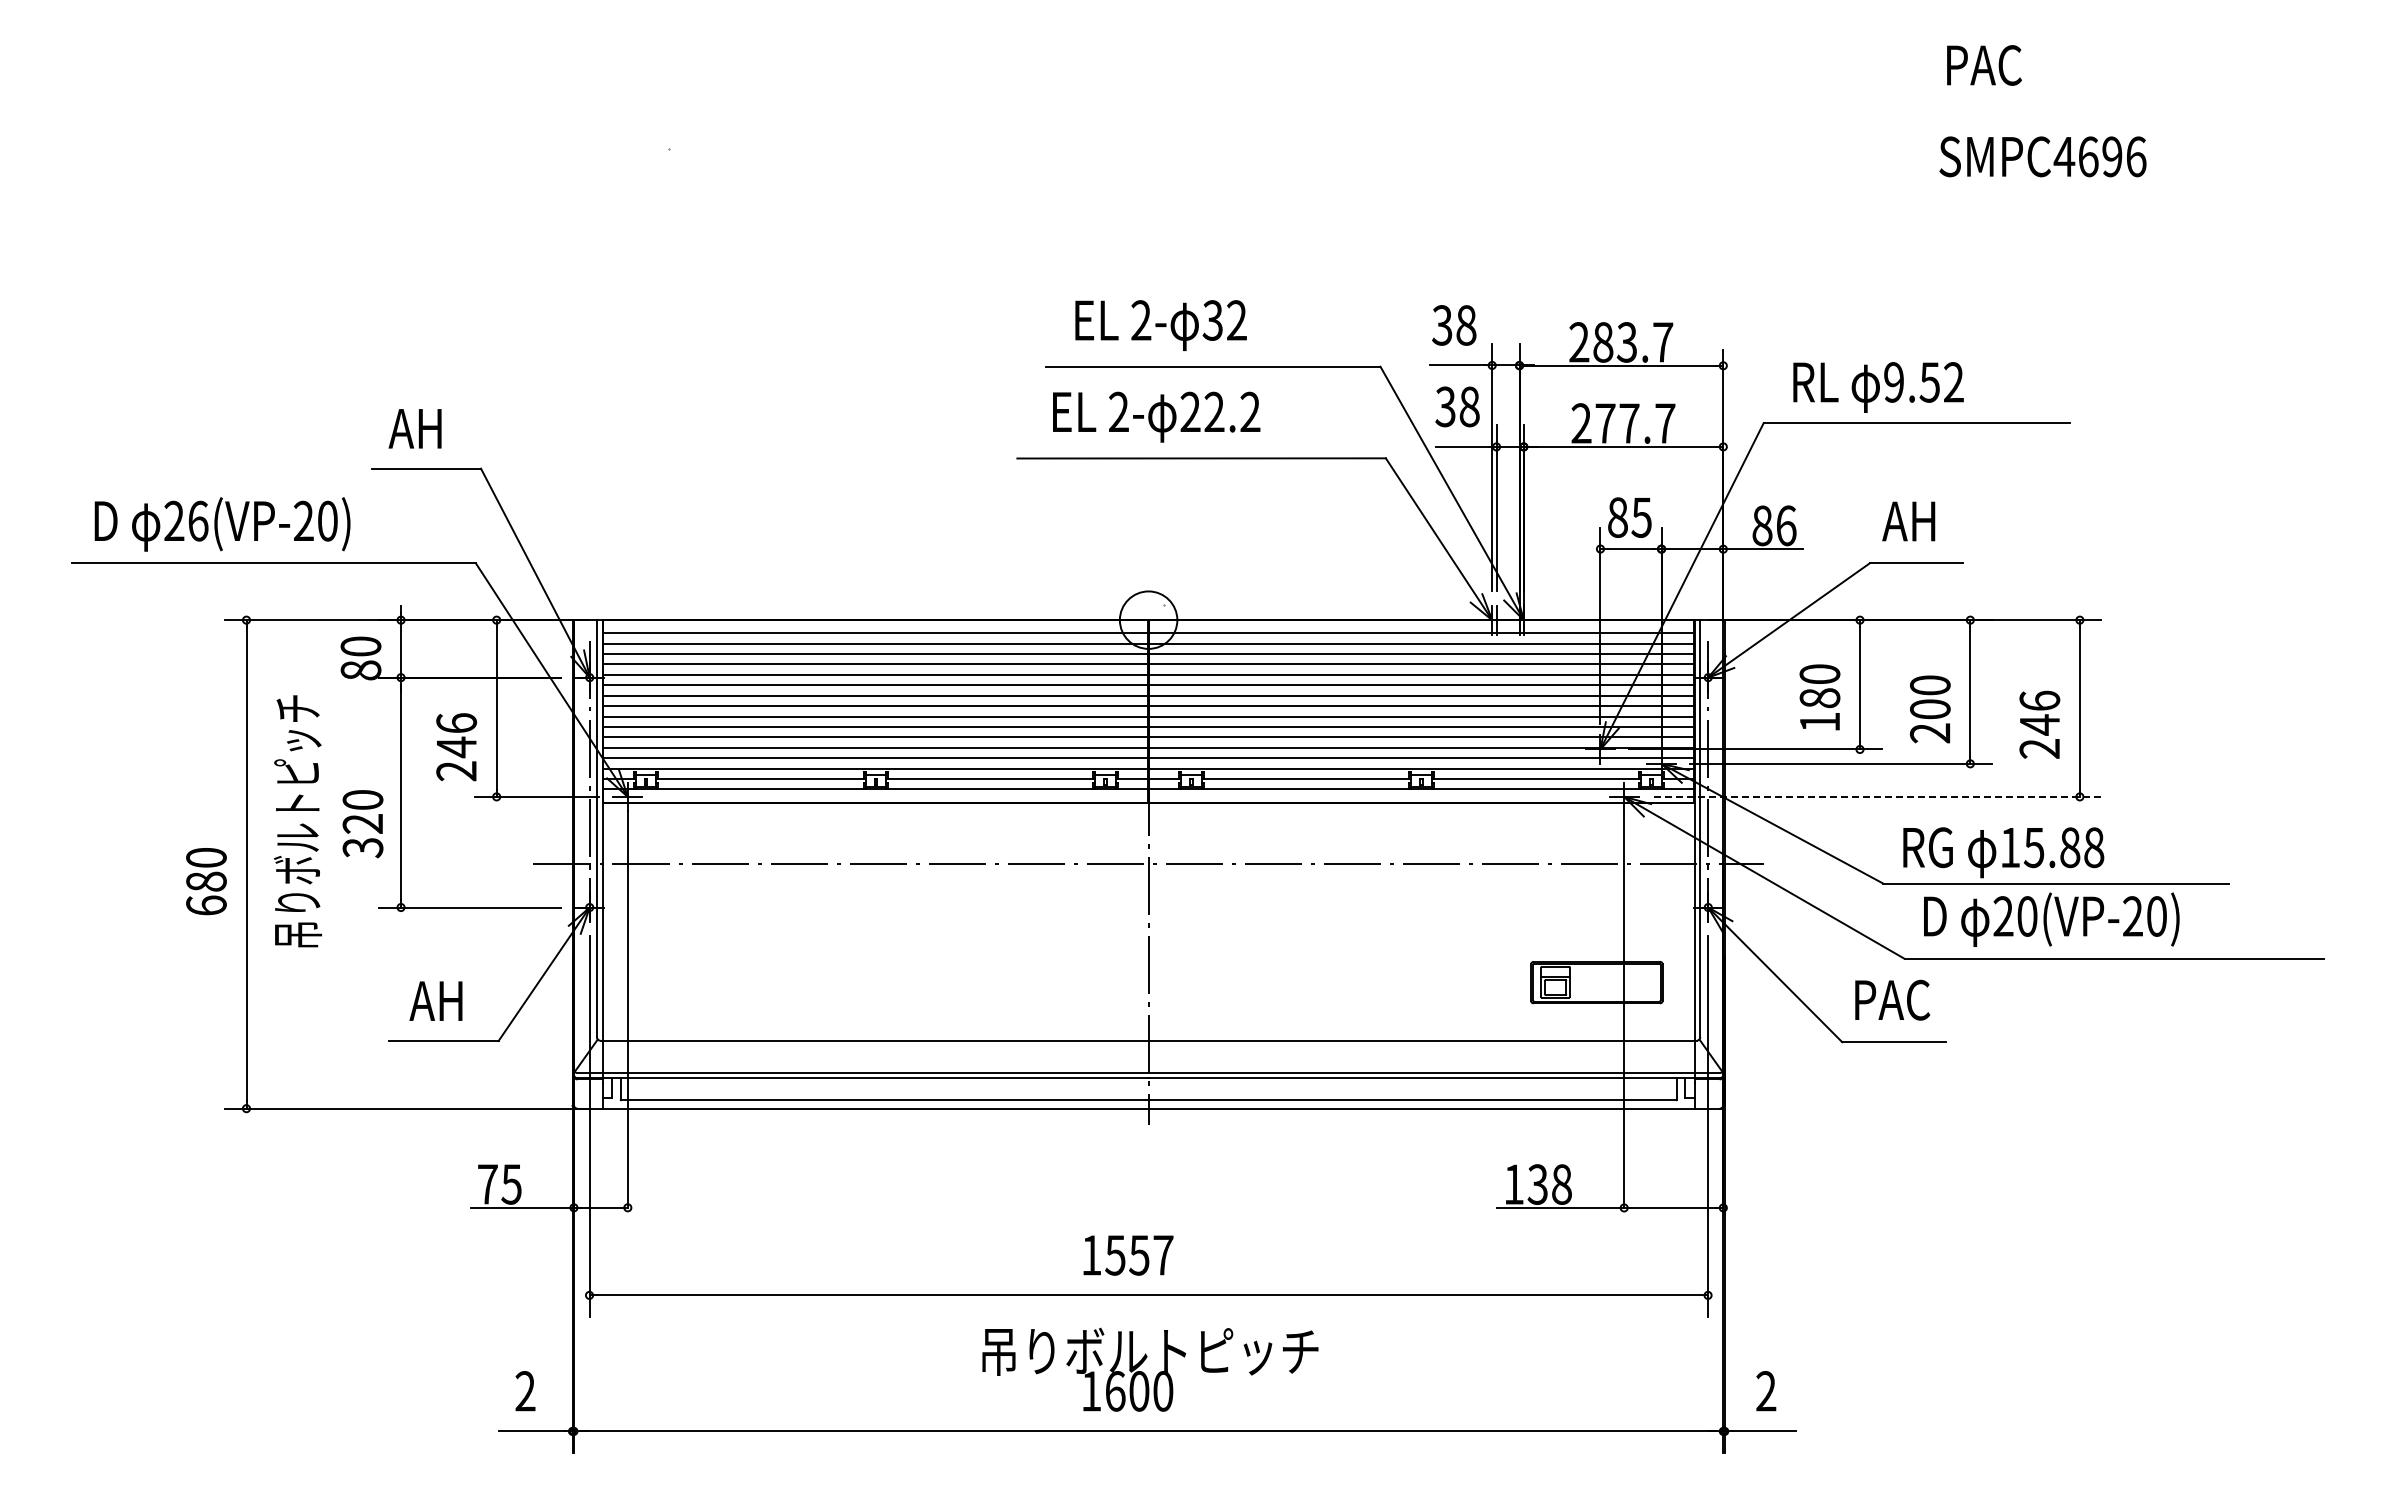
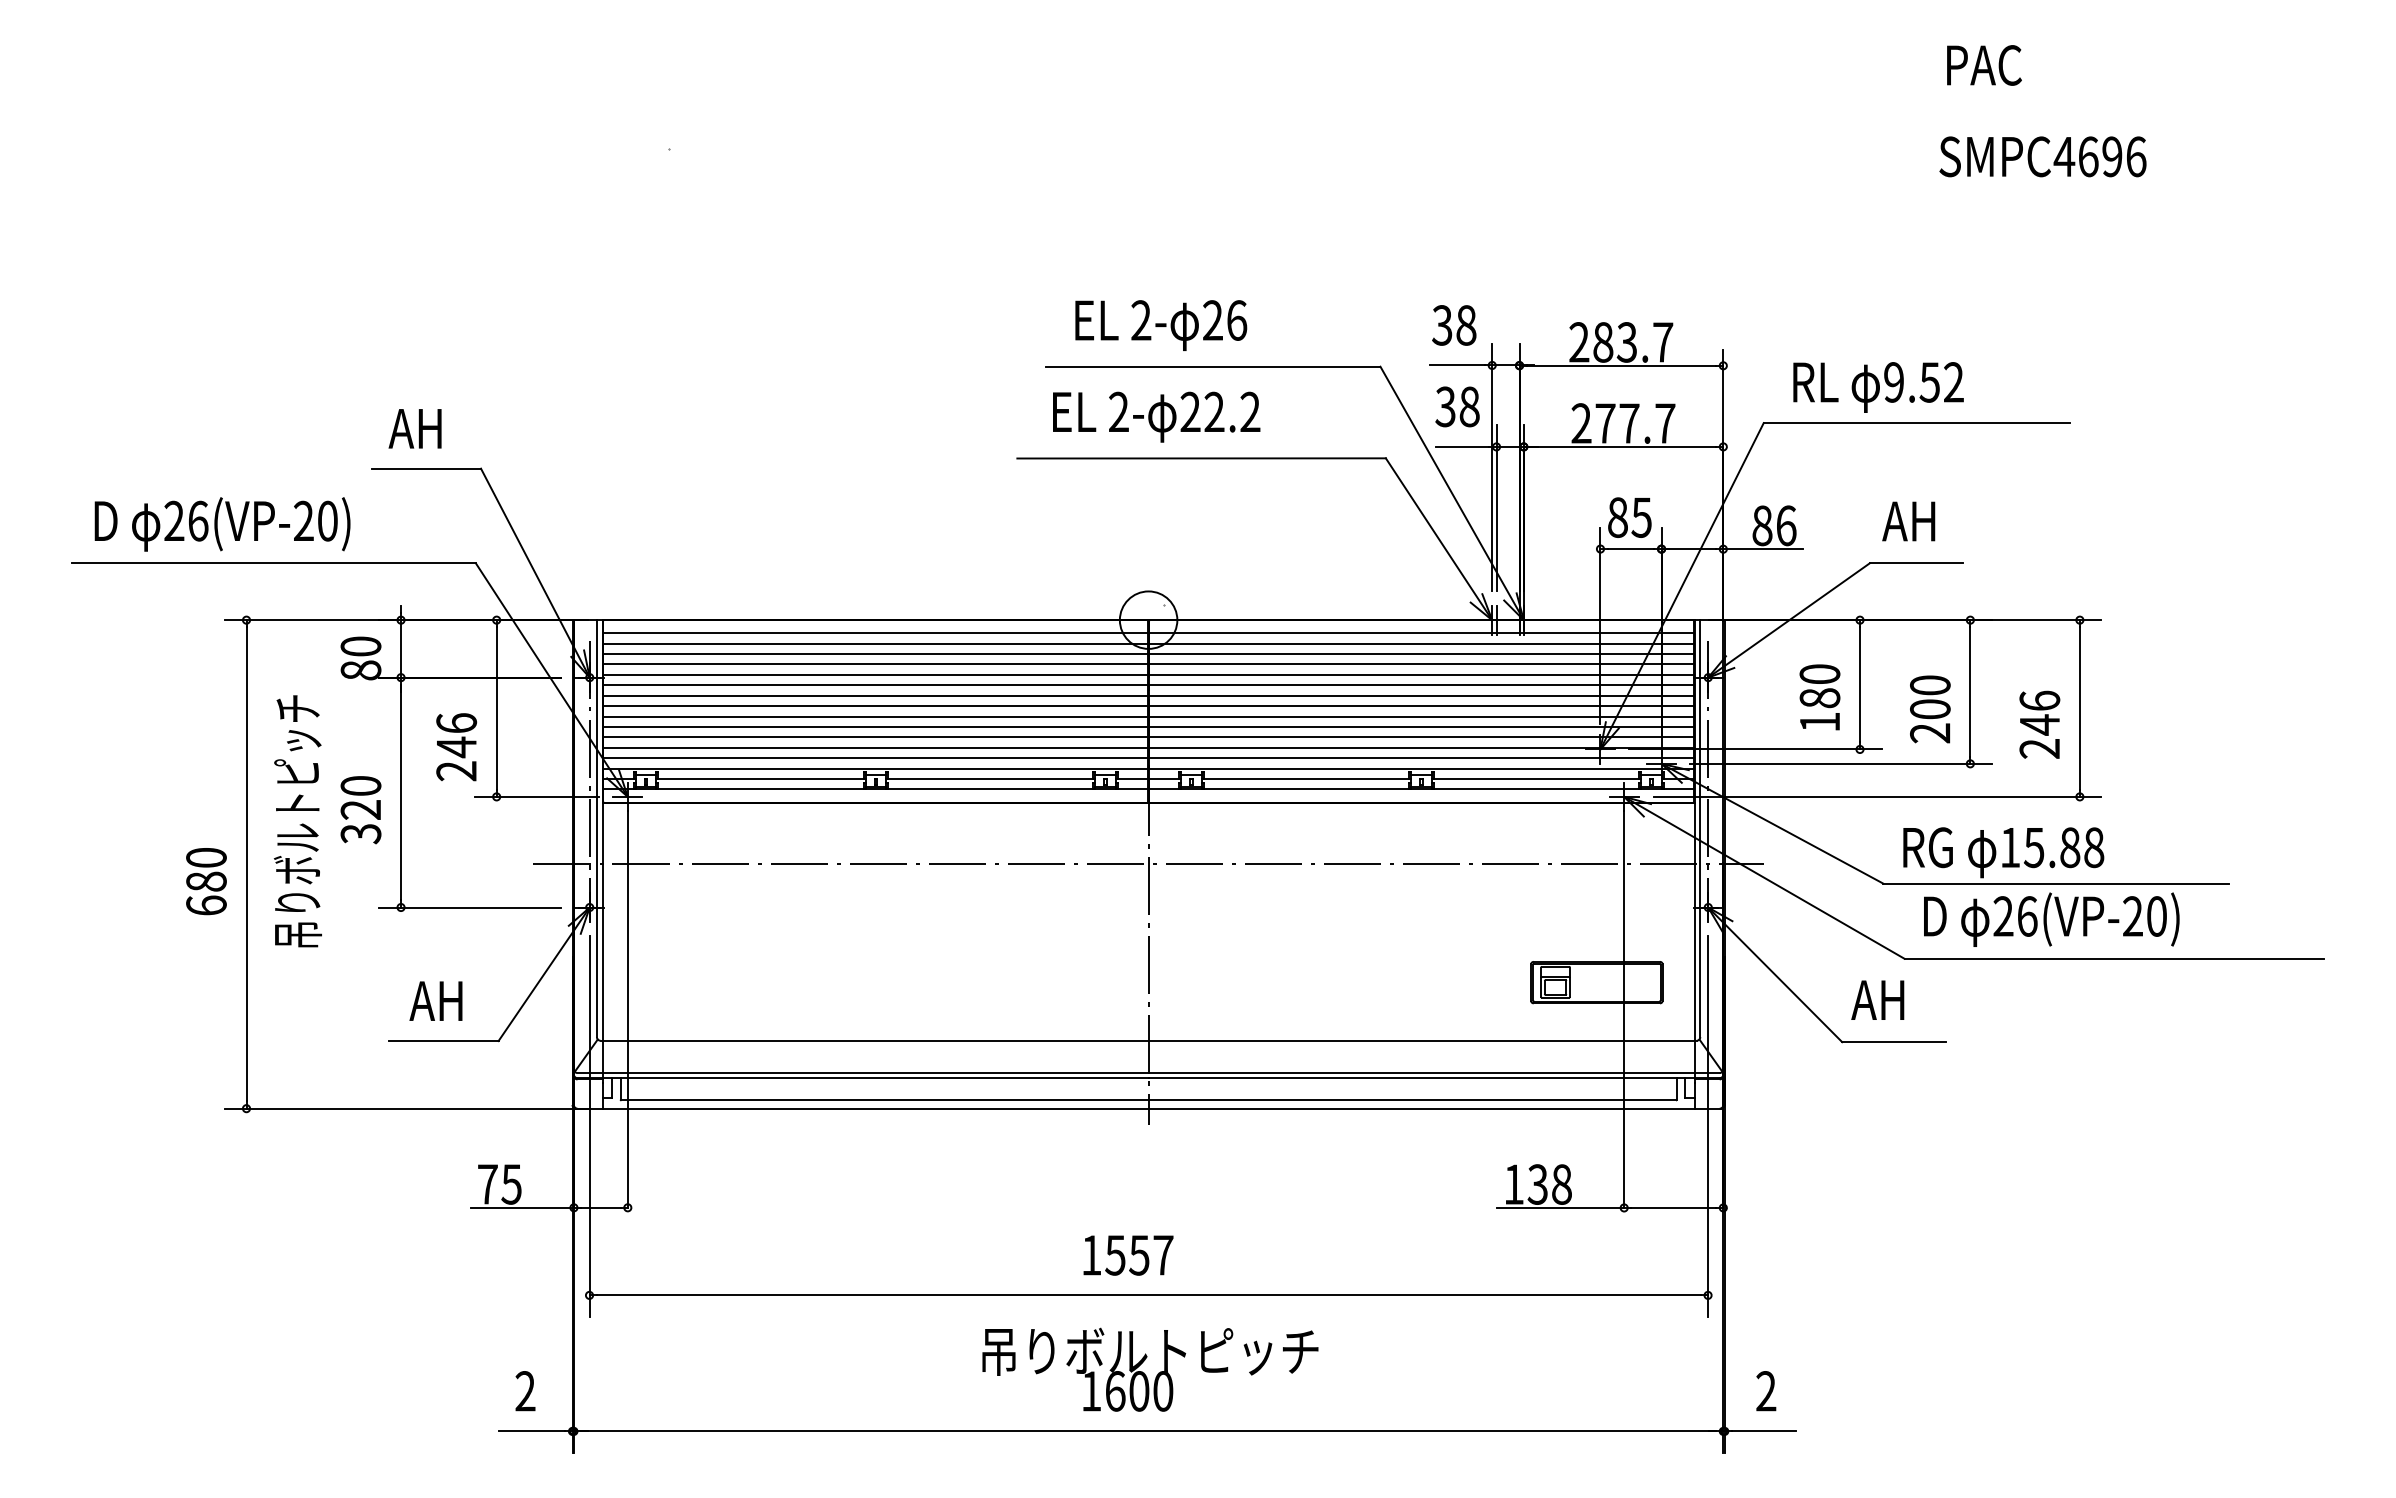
text at (1224, 320): 32 -> 26
line at (1877, 796): dashed -> solid
text at (362, 824) position: (362, 824) -> (360, 810)
text at (2027, 916): 20(VP-20) -> 26(VP-20)
text at (1890, 999): PAC -> AH
